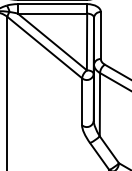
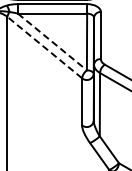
line at (52, 42): solid -> dashed
line at (44, 47): solid -> dashed
